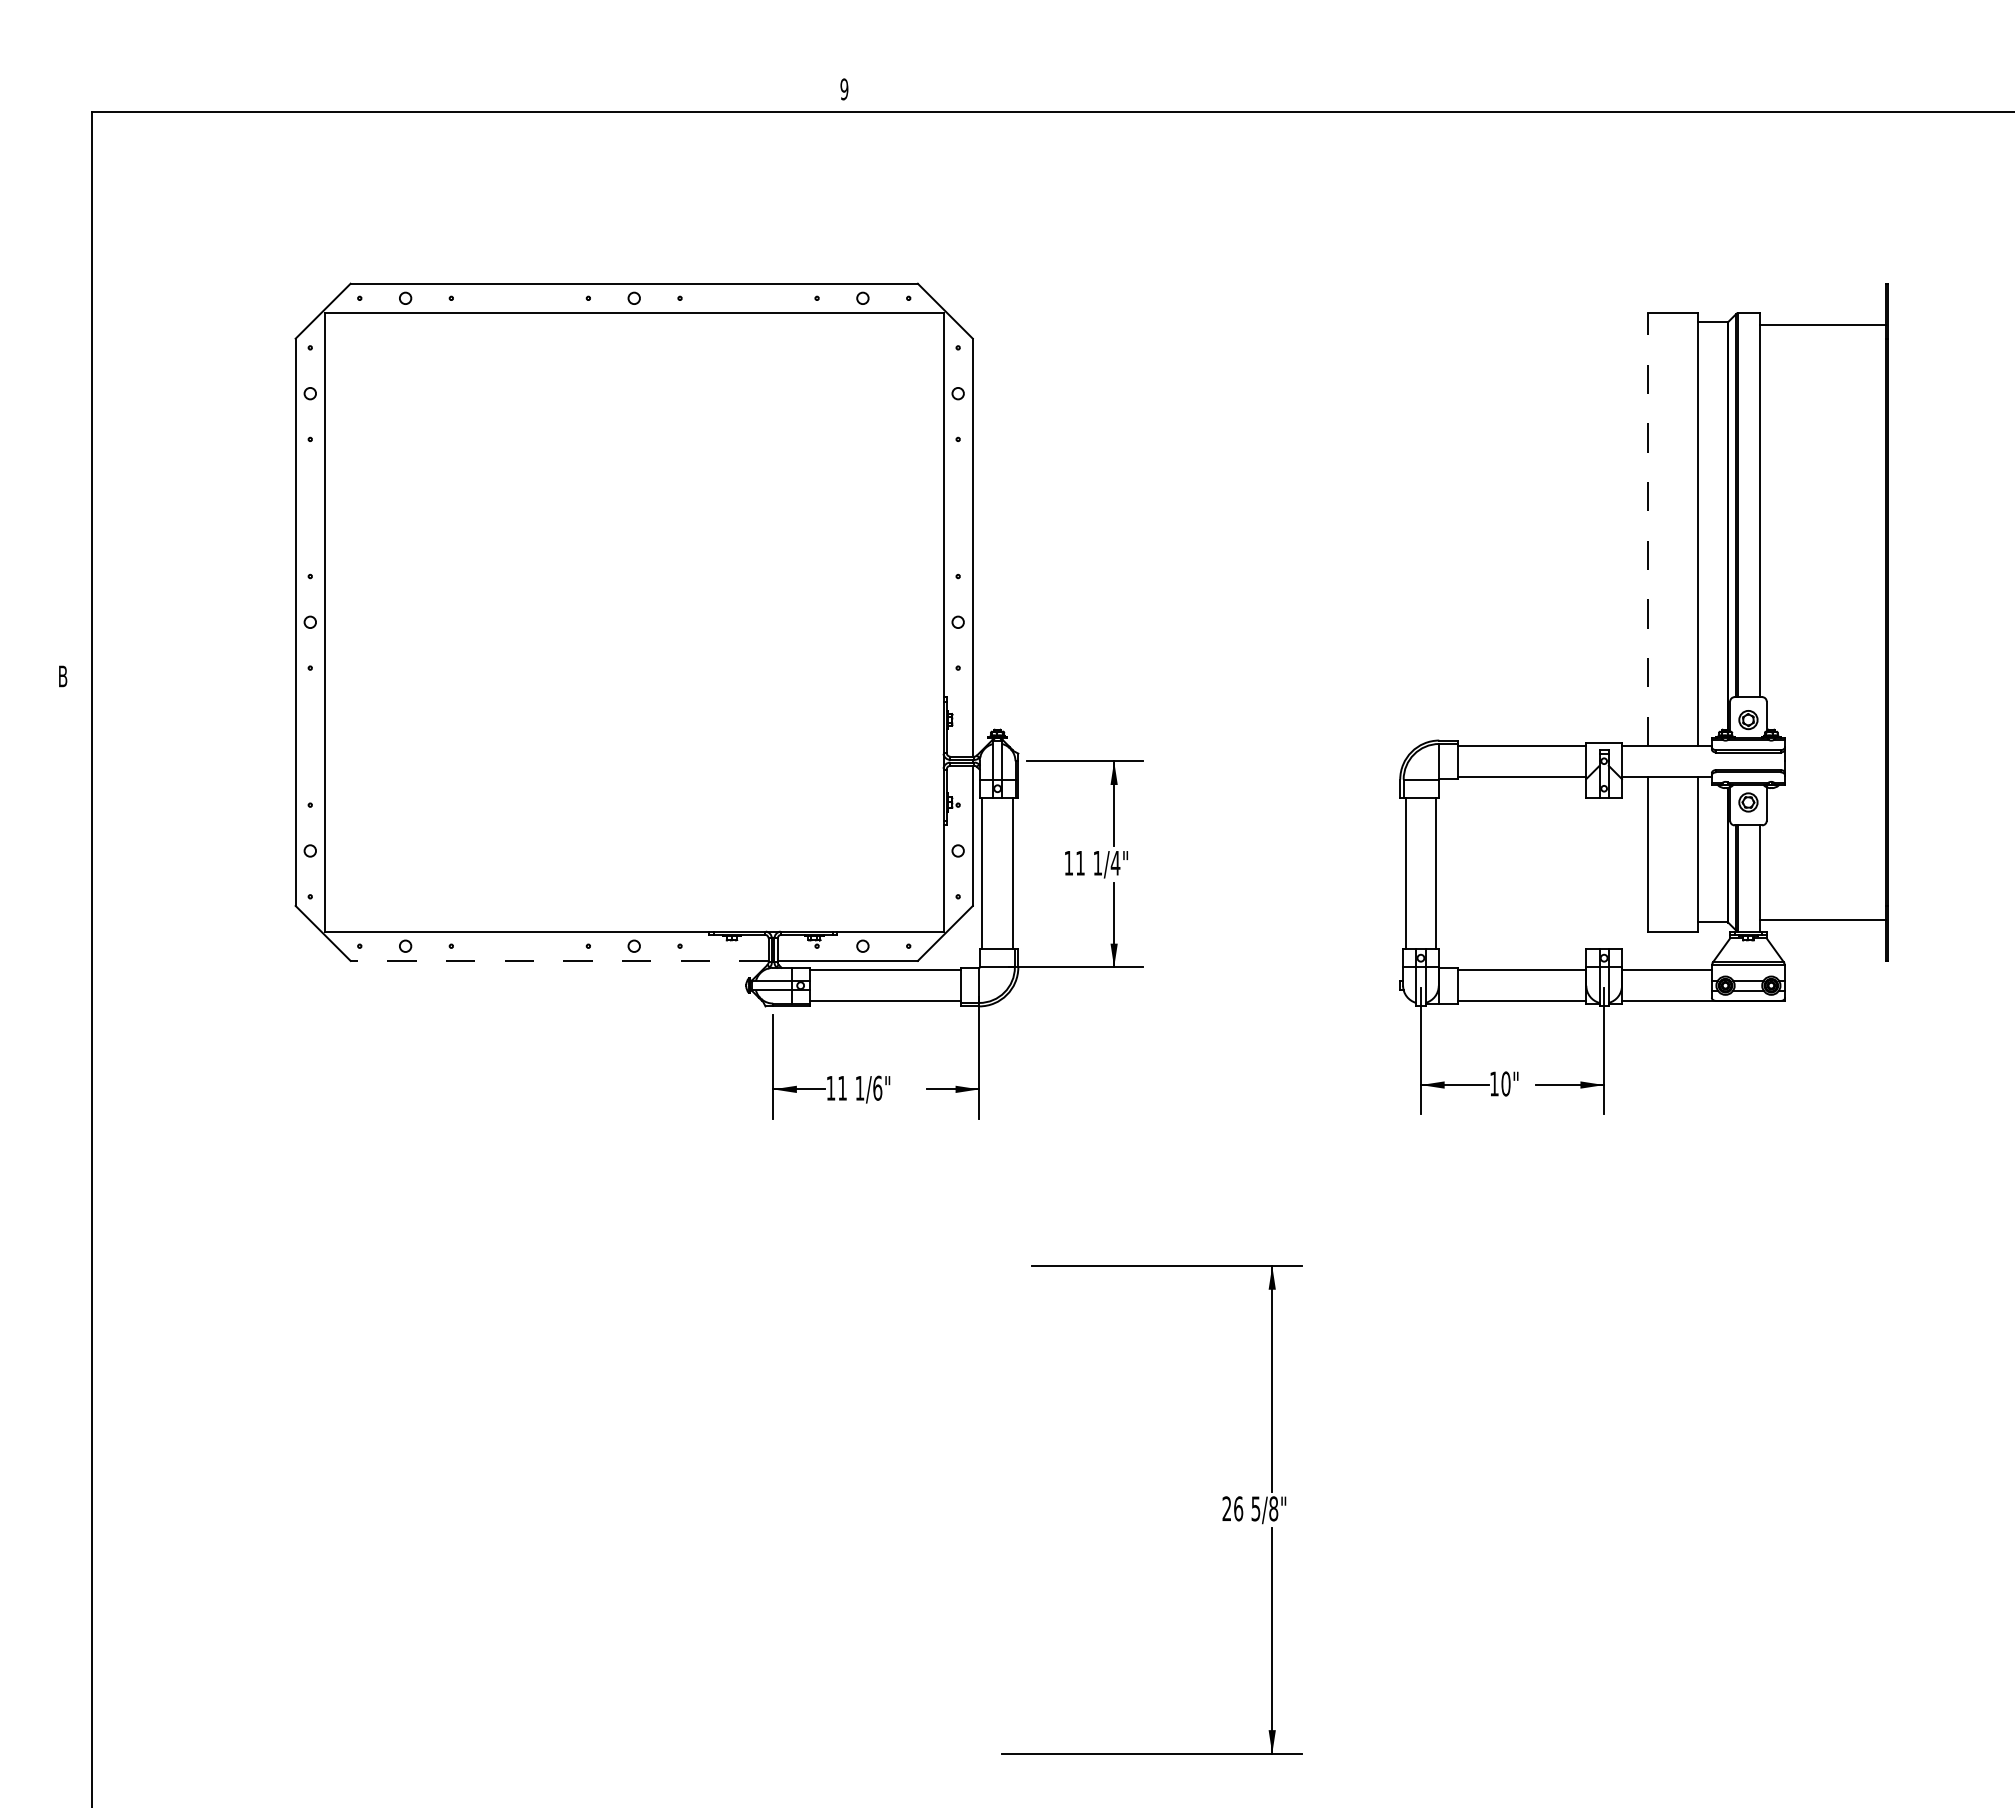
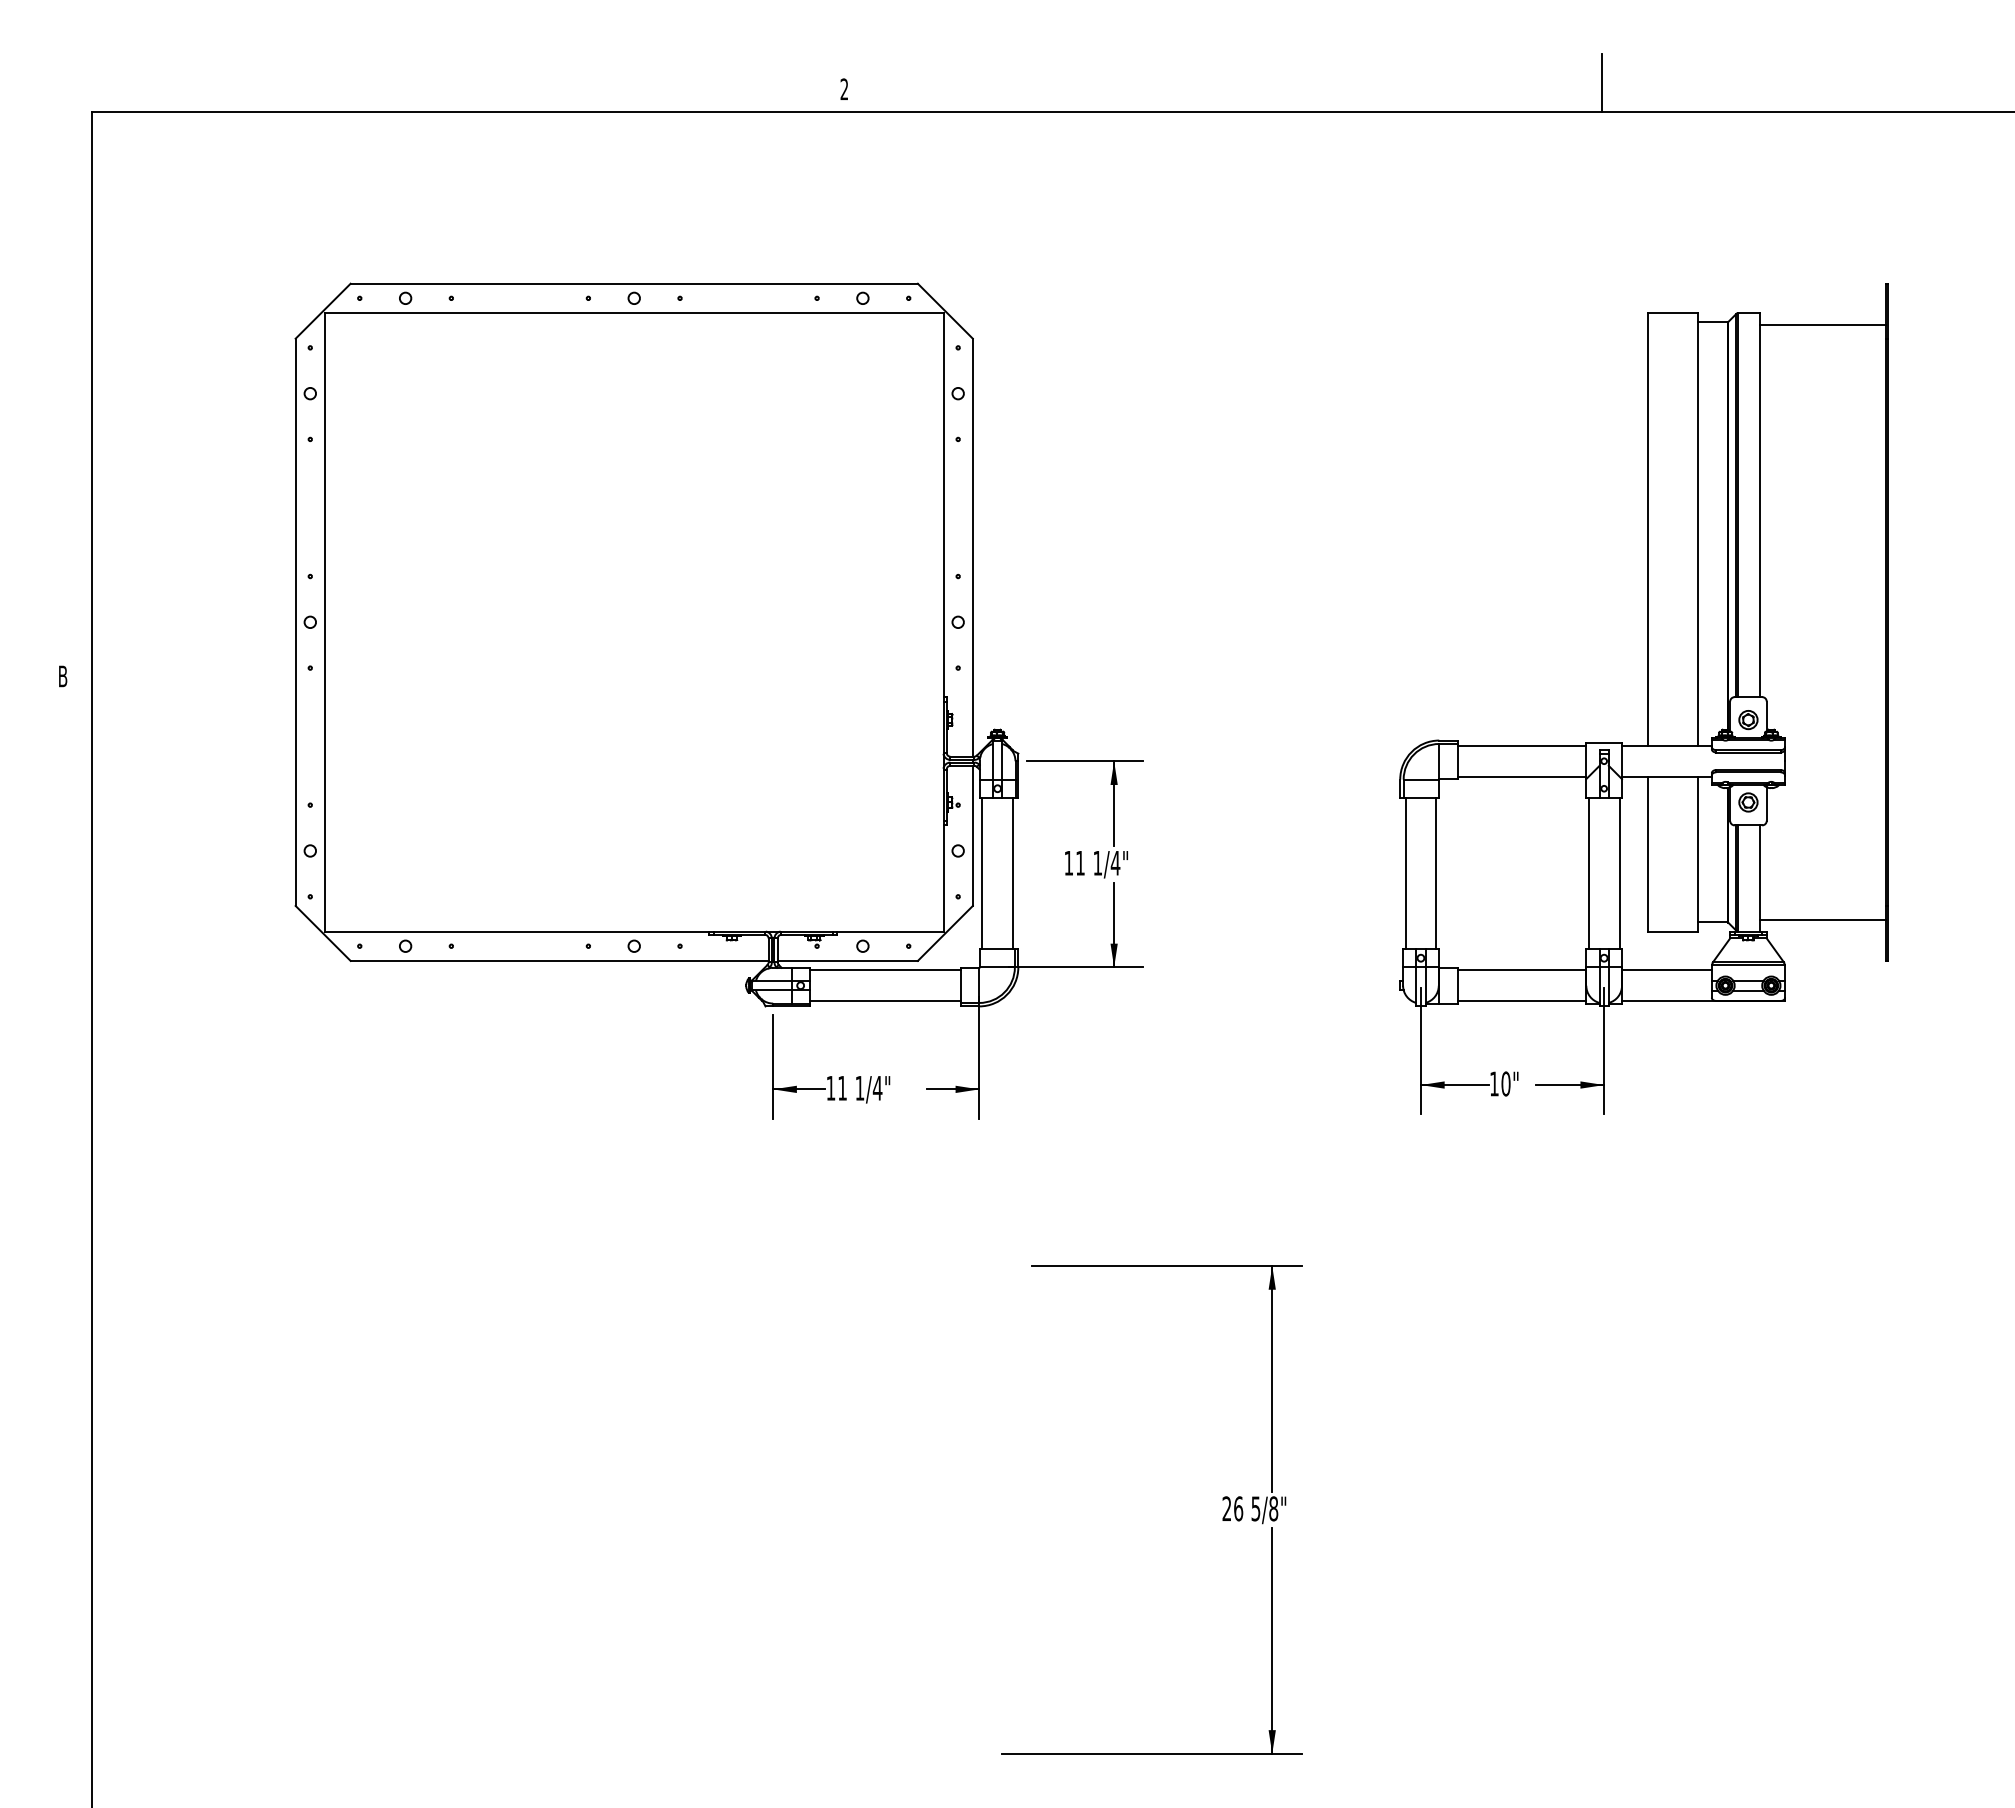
line at (1602, 82): none -> present
text at (844, 89): 9 -> 2
line at (1647, 529): dashed -> solid
line at (1588, 873): none -> present
line at (1619, 873): none -> present
line at (559, 960): dashed -> solid
text at (877, 1087): 1/6" -> 1/4"
